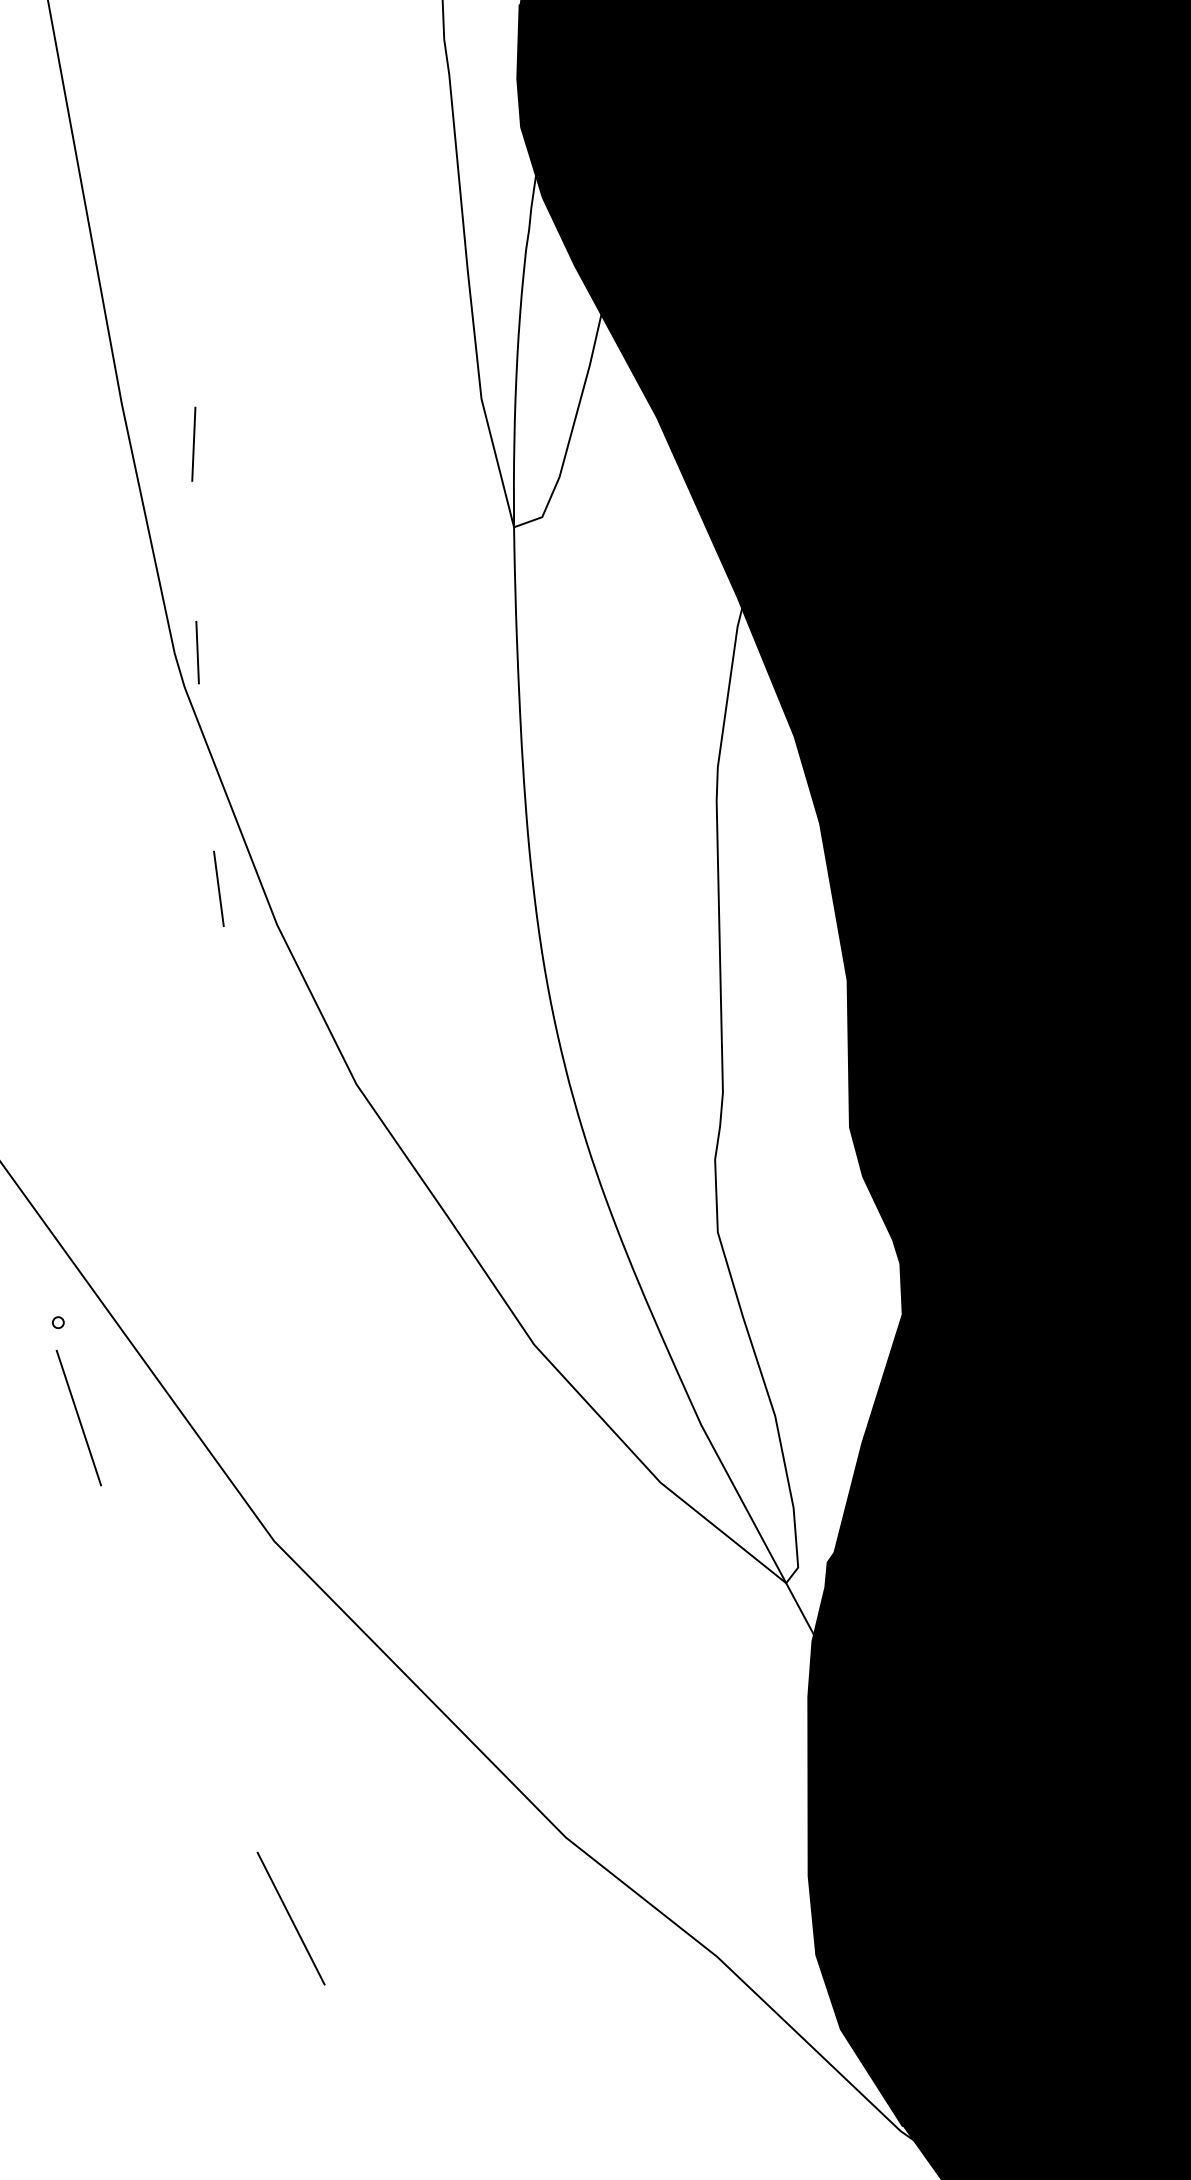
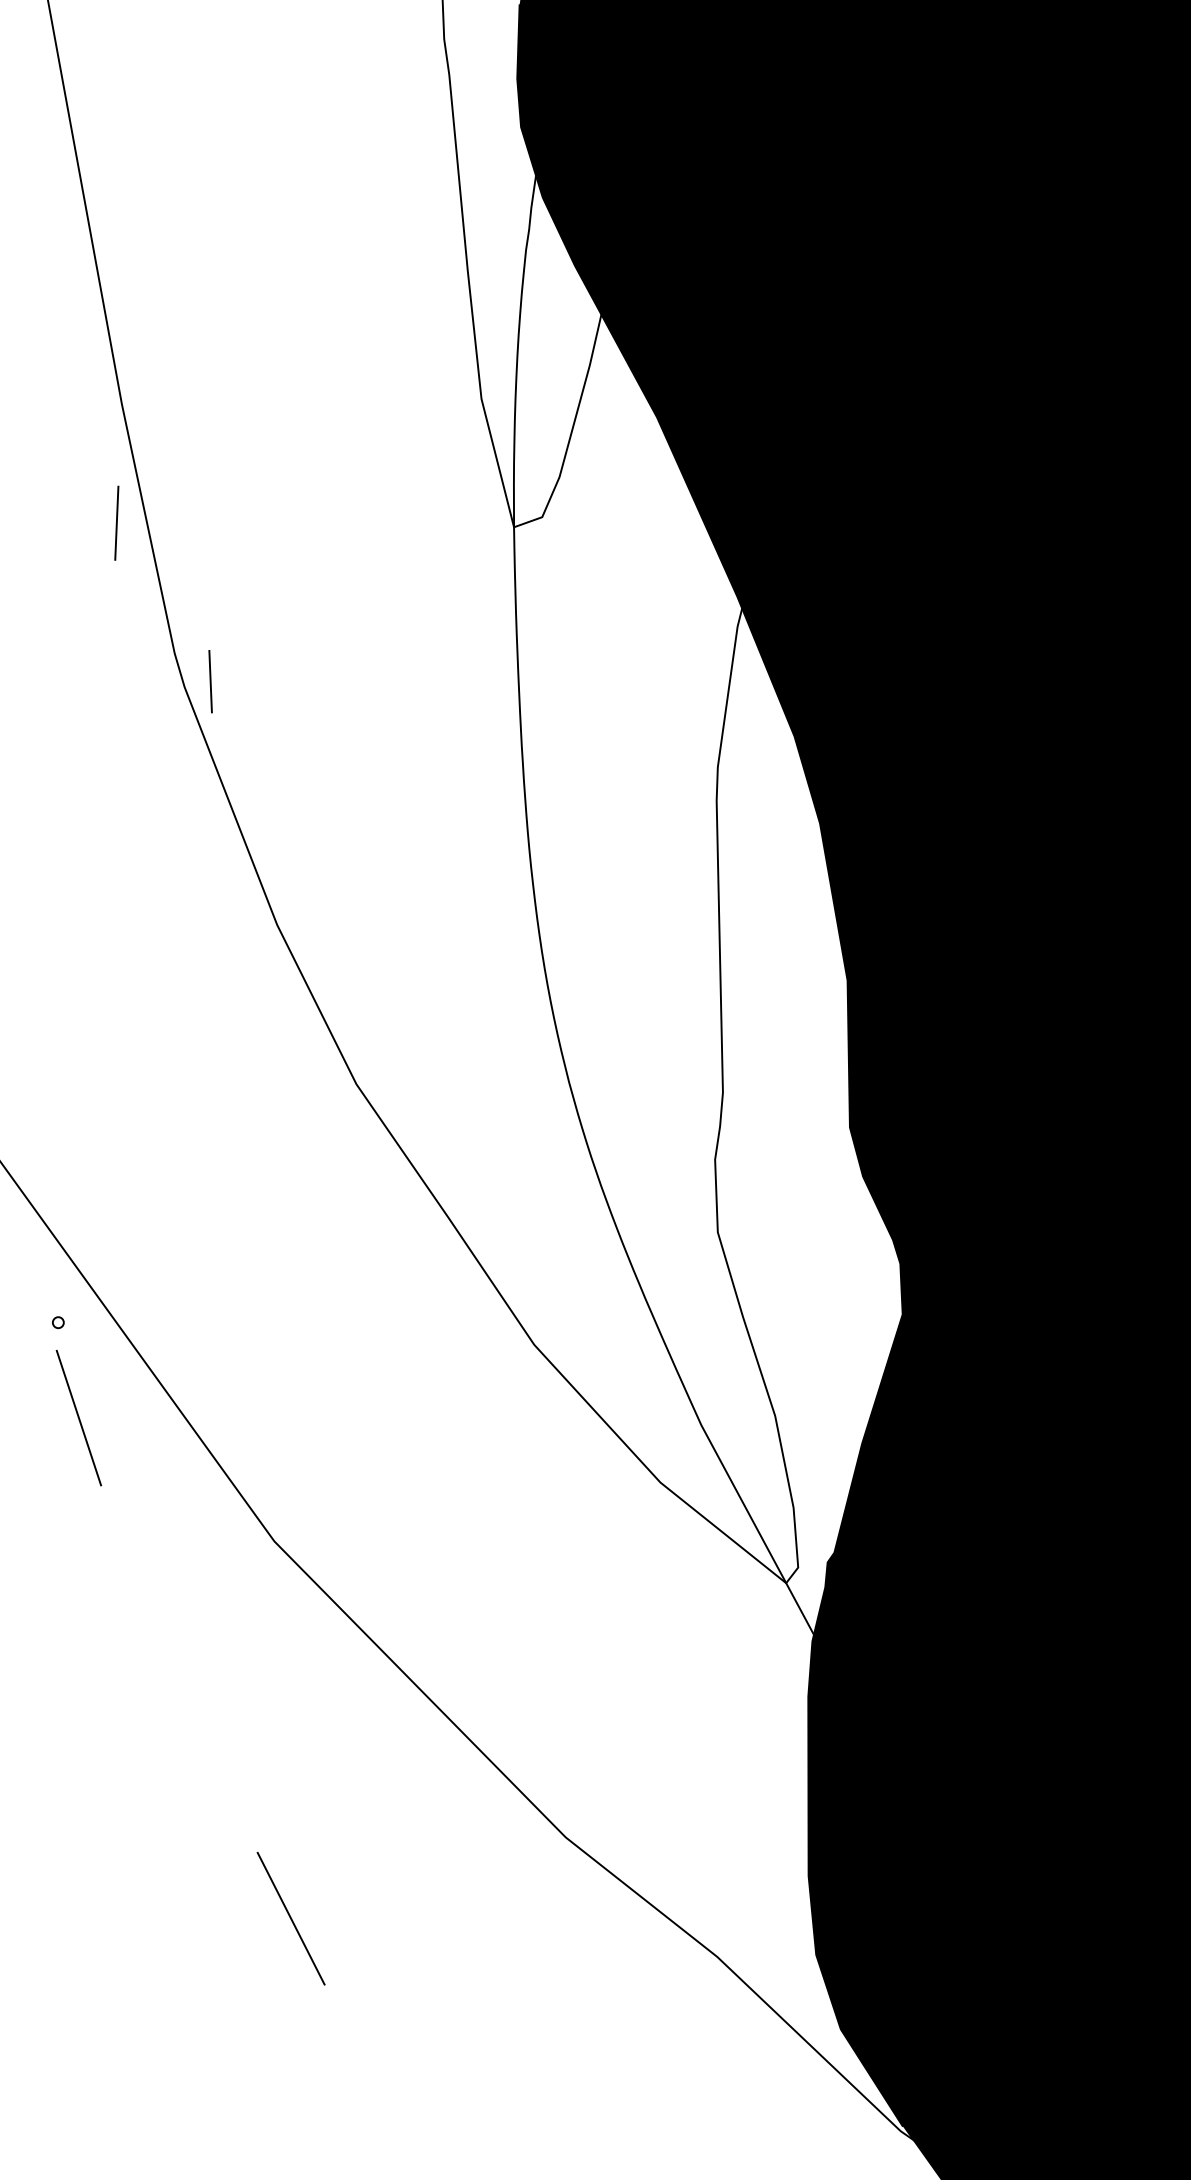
line at (193, 443) position: (193, 443) -> (116, 522)
line at (197, 652) position: (197, 652) -> (210, 681)
line at (218, 888): present -> none
